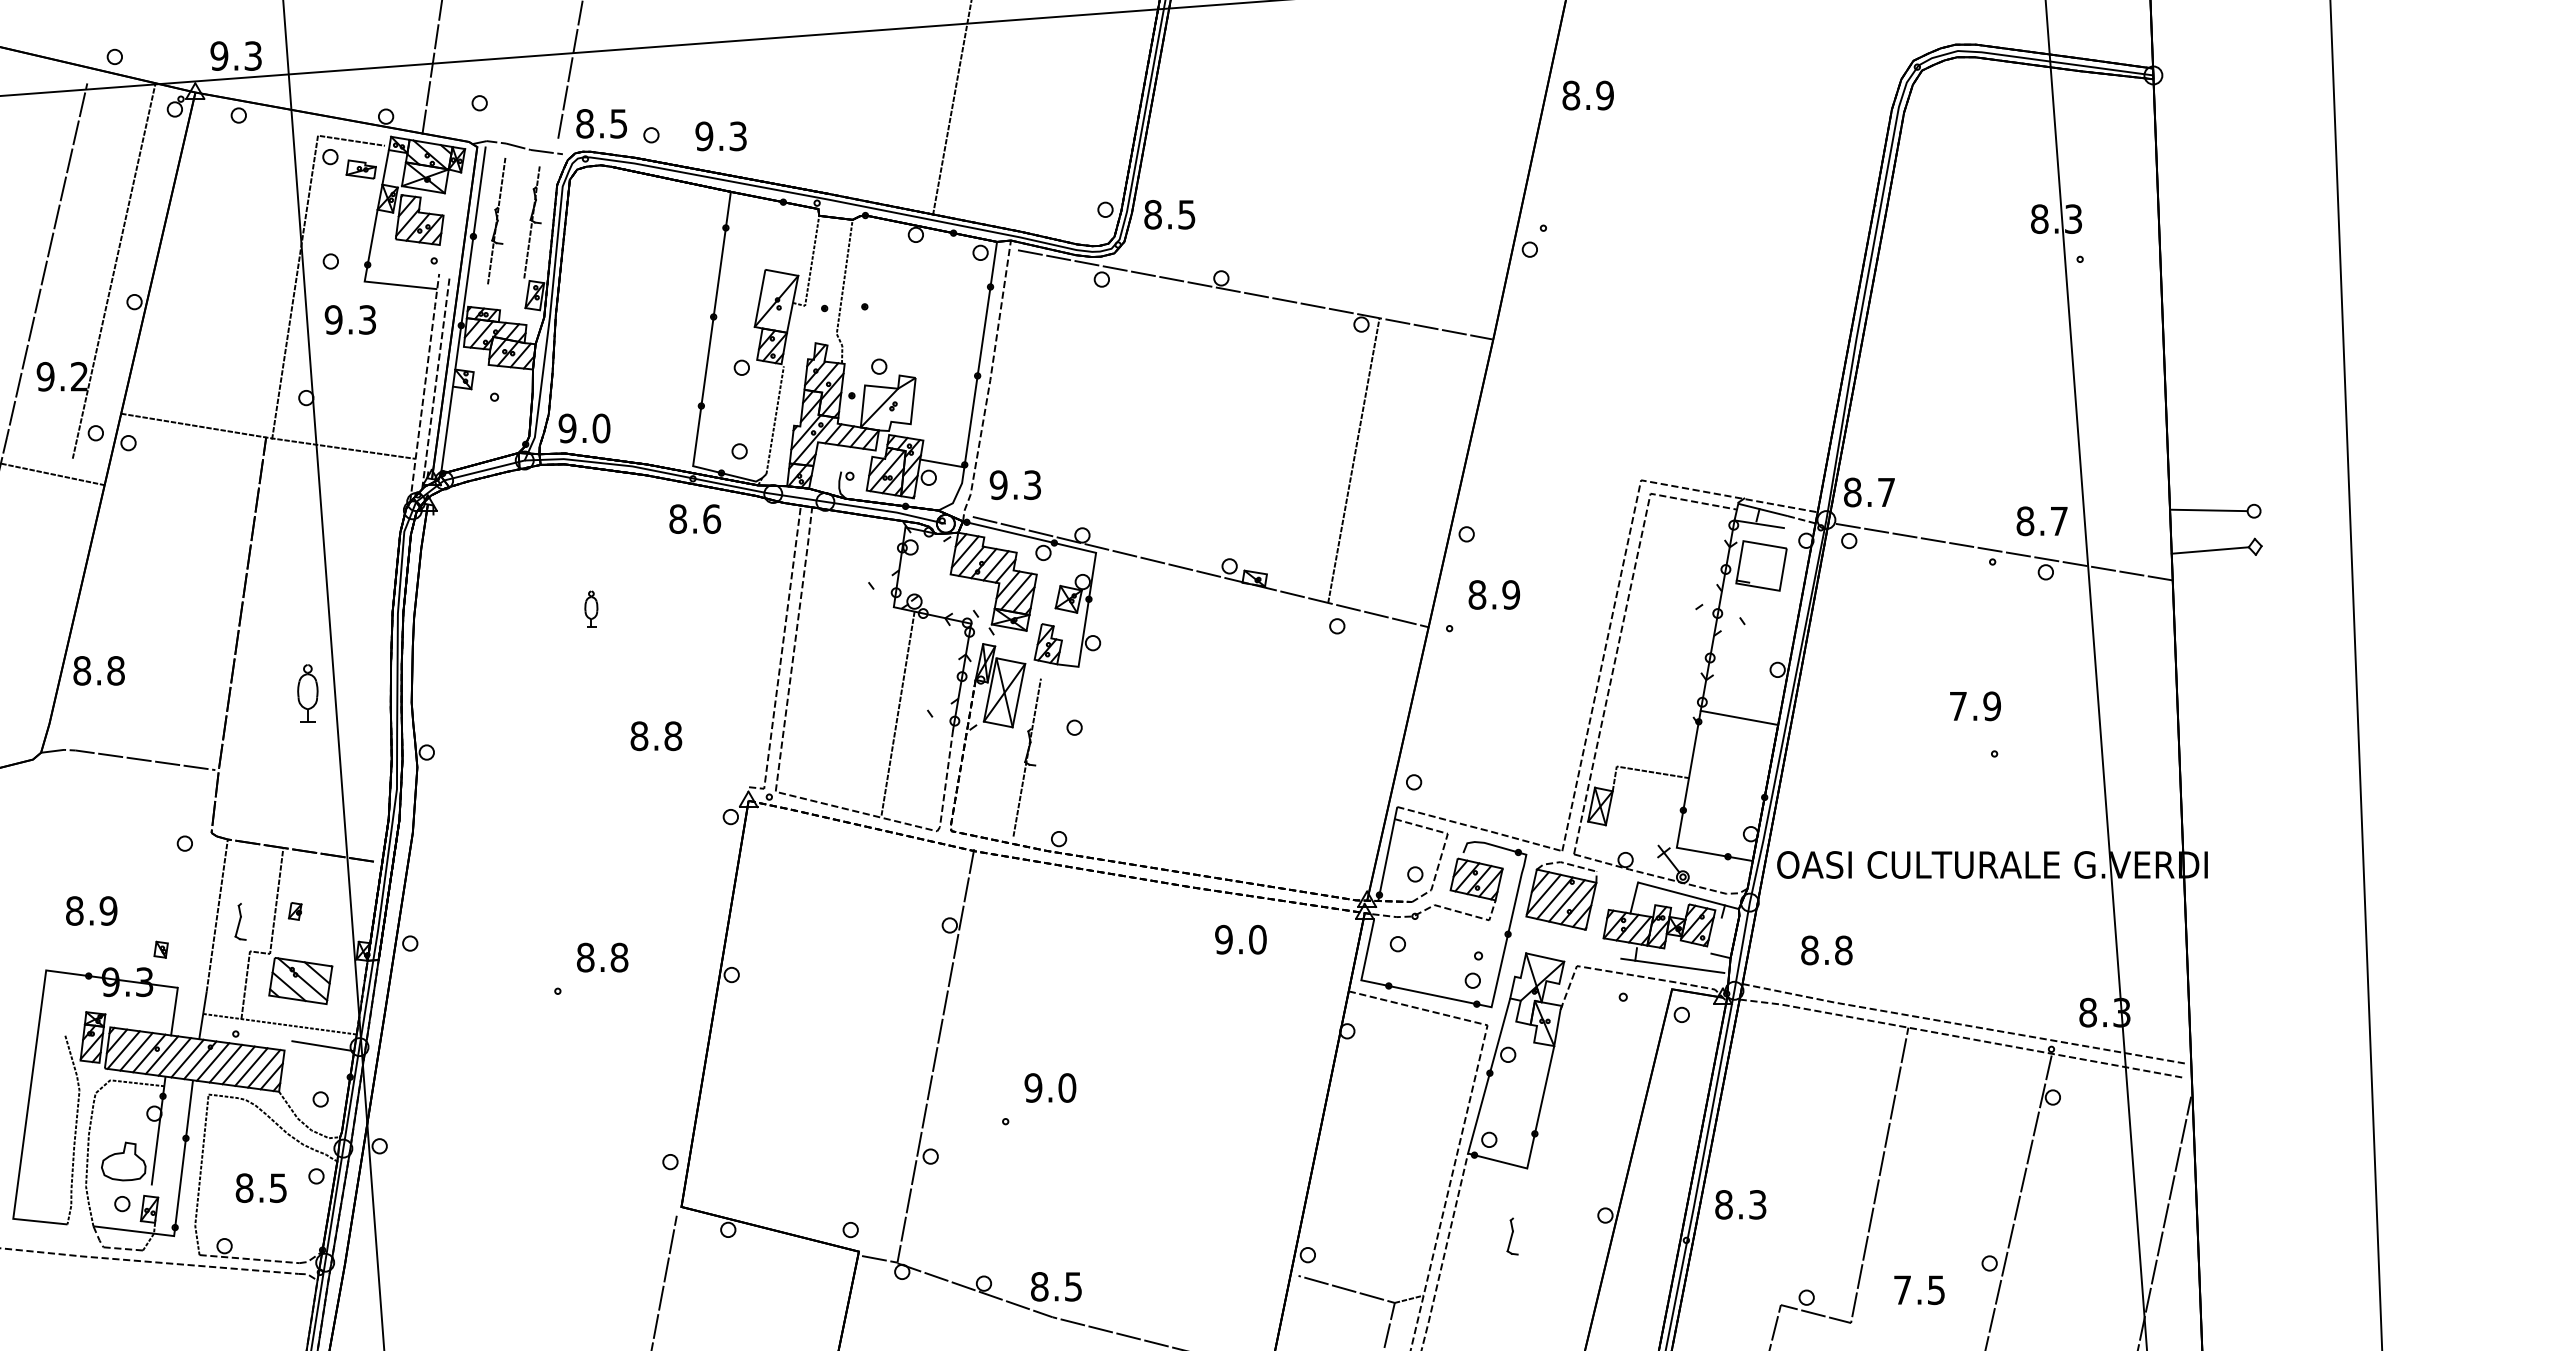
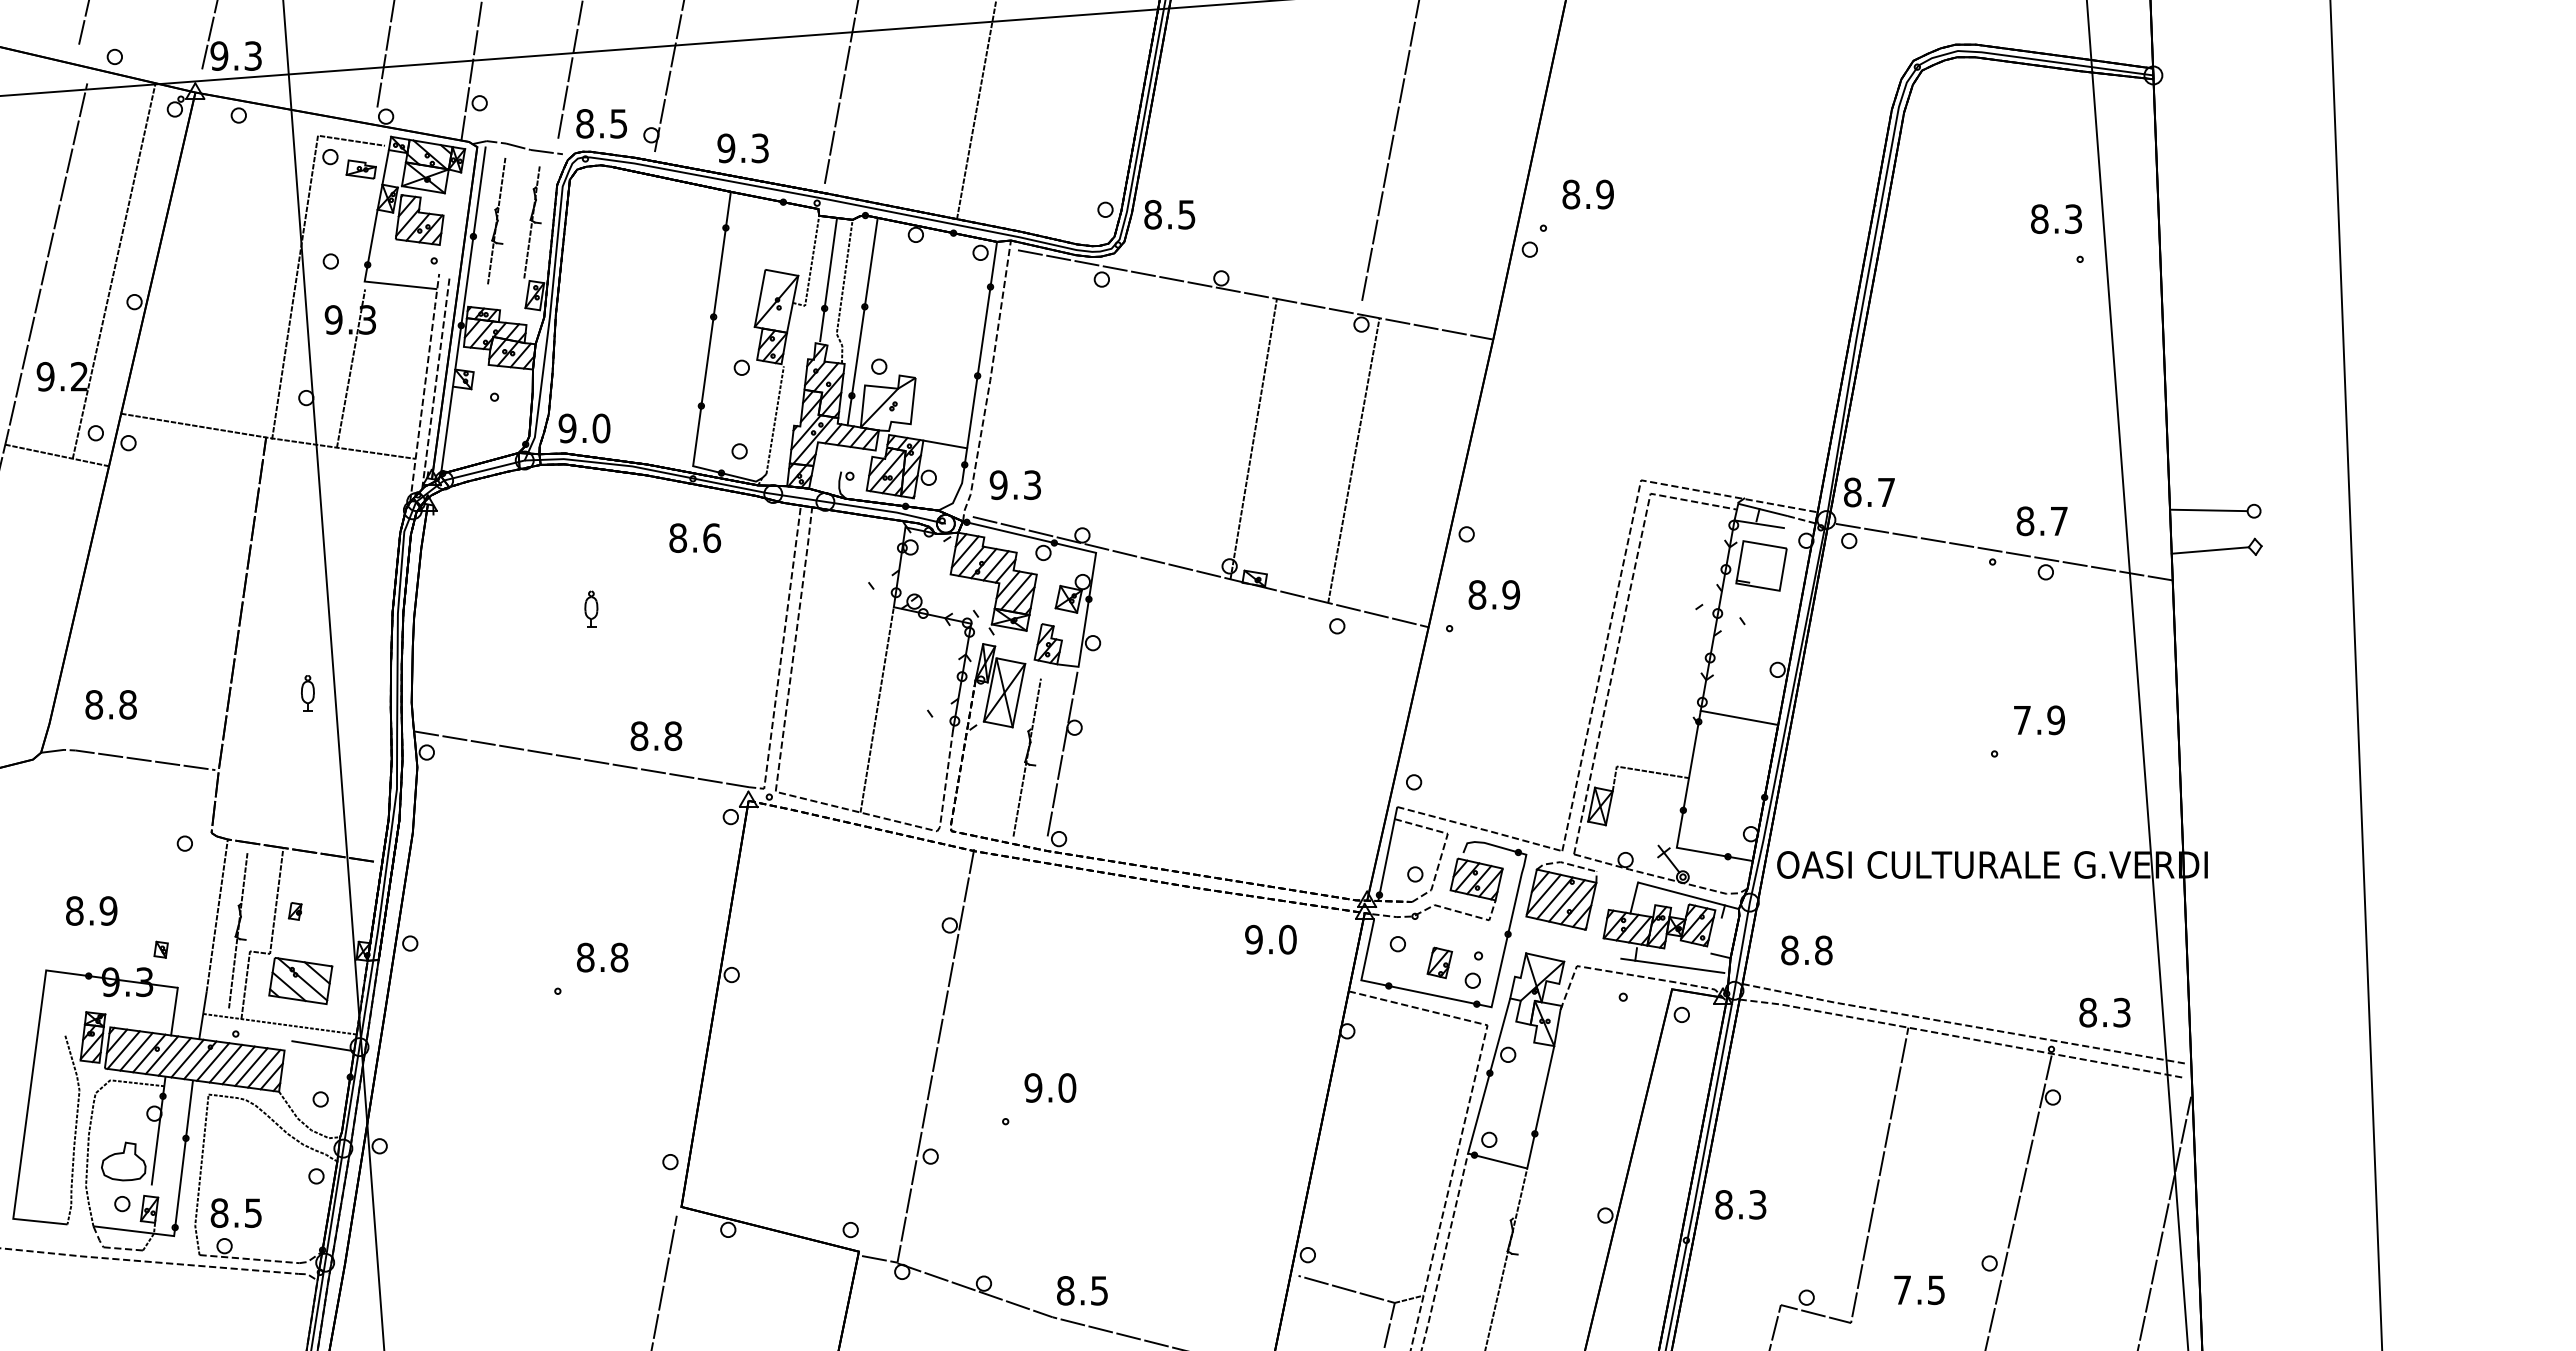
line at (83, 23): none -> present
line at (209, 35): none -> present
line at (385, 54): none -> present
line at (431, 68) position: (431, 68) -> (471, 71)
line at (668, 77): none -> present
line at (840, 92): none -> present
text at (1587, 95) position: (1587, 95) -> (1587, 194)
line at (952, 108) position: (952, 108) -> (976, 110)
text at (720, 136) position: (720, 136) -> (742, 148)
line at (1390, 151): none -> present
line at (828, 280): none -> present
line at (862, 321): none -> present
line at (350, 368): none -> present
line at (1253, 438): none -> present
line at (942, 463) position: (942, 463) -> (945, 444)
line at (53, 474) position: (53, 474) -> (57, 455)
text at (695, 518) position: (695, 518) -> (695, 537)
text at (98, 670) position: (98, 670) -> (110, 704)
line at (2095, 674) position: (2095, 674) -> (2137, 674)
part at (307, 693) size: 22x59 px -> 14x37 px
text at (1975, 706) position: (1975, 706) -> (2039, 720)
line at (897, 712) position: (897, 712) -> (876, 709)
line at (1062, 753): none -> present
line at (581, 759): none -> present
line at (238, 930): none -> present
text at (1240, 939) position: (1240, 939) -> (1270, 939)
text at (1826, 950) position: (1826, 950) -> (1806, 950)
part at (1439, 962): none -> present
text at (260, 1187) position: (260, 1187) -> (235, 1212)
line at (1506, 1257): none -> present
text at (1056, 1286) position: (1056, 1286) -> (1082, 1290)
